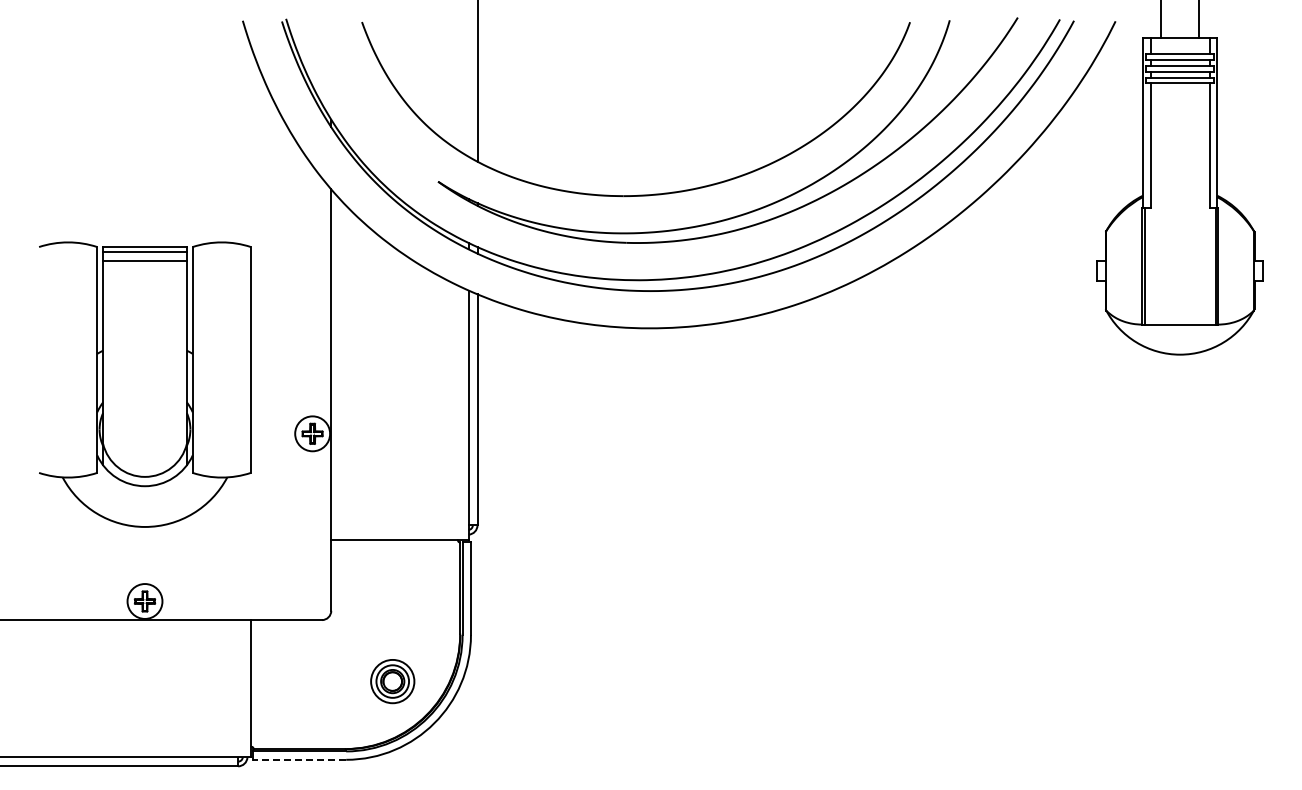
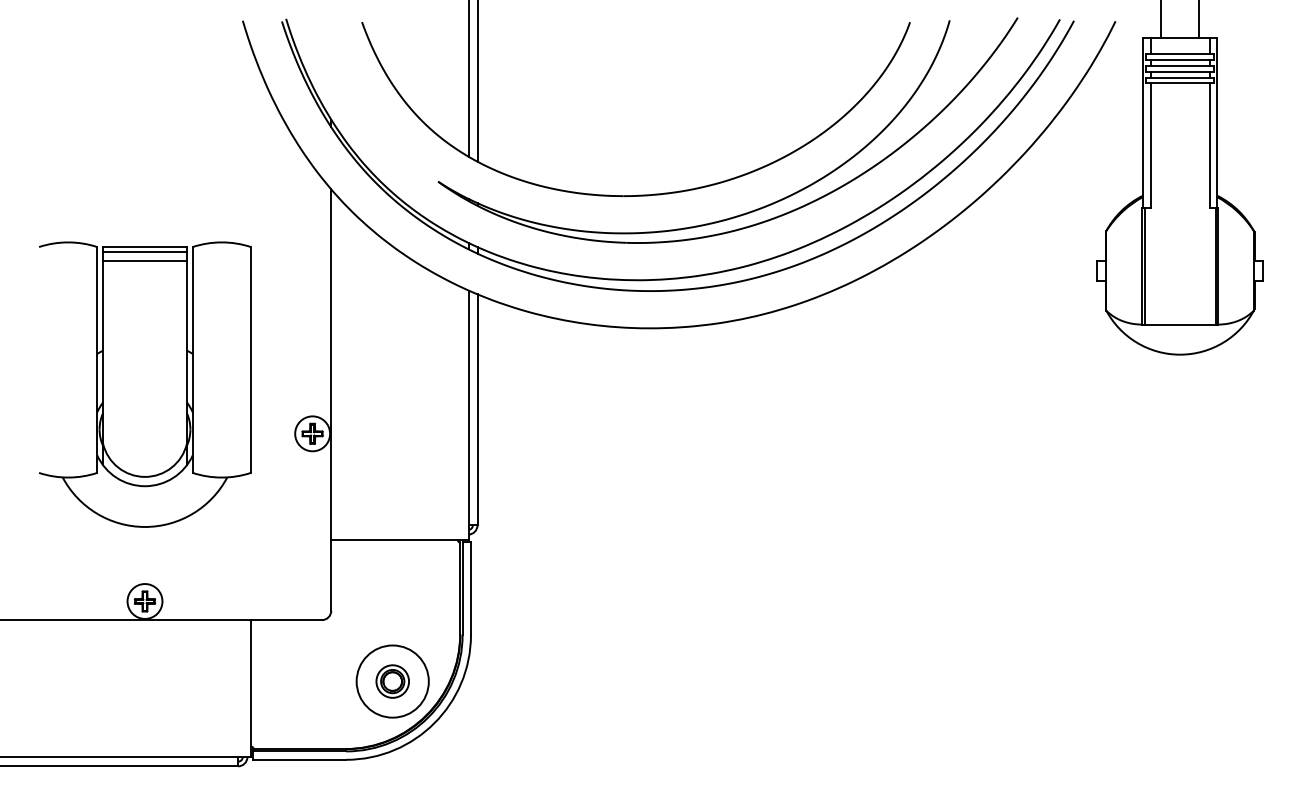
line at (468, 79): none -> present
circle at (392, 681) diameter: 43 px -> 72 px
line at (299, 759): dashed -> solid
